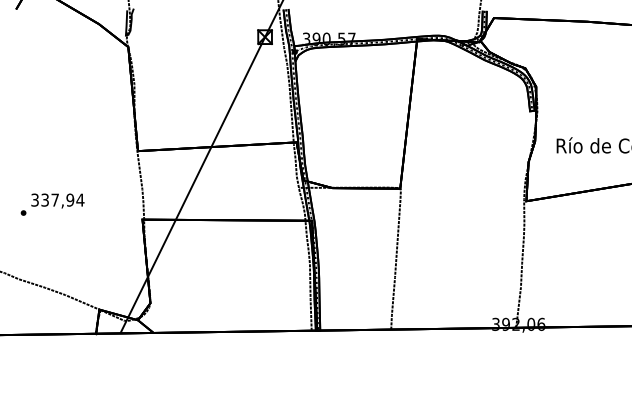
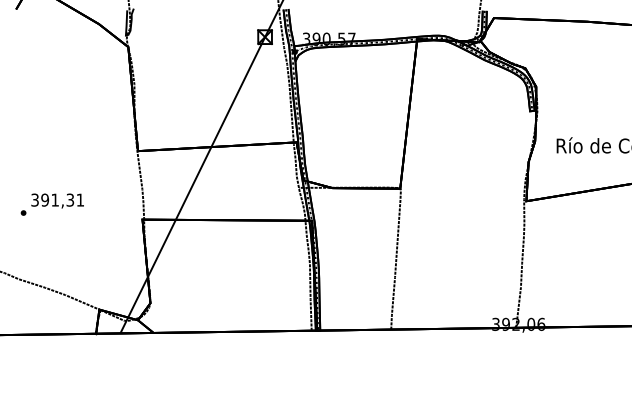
text at (62, 199): 337,94 -> 391,31
